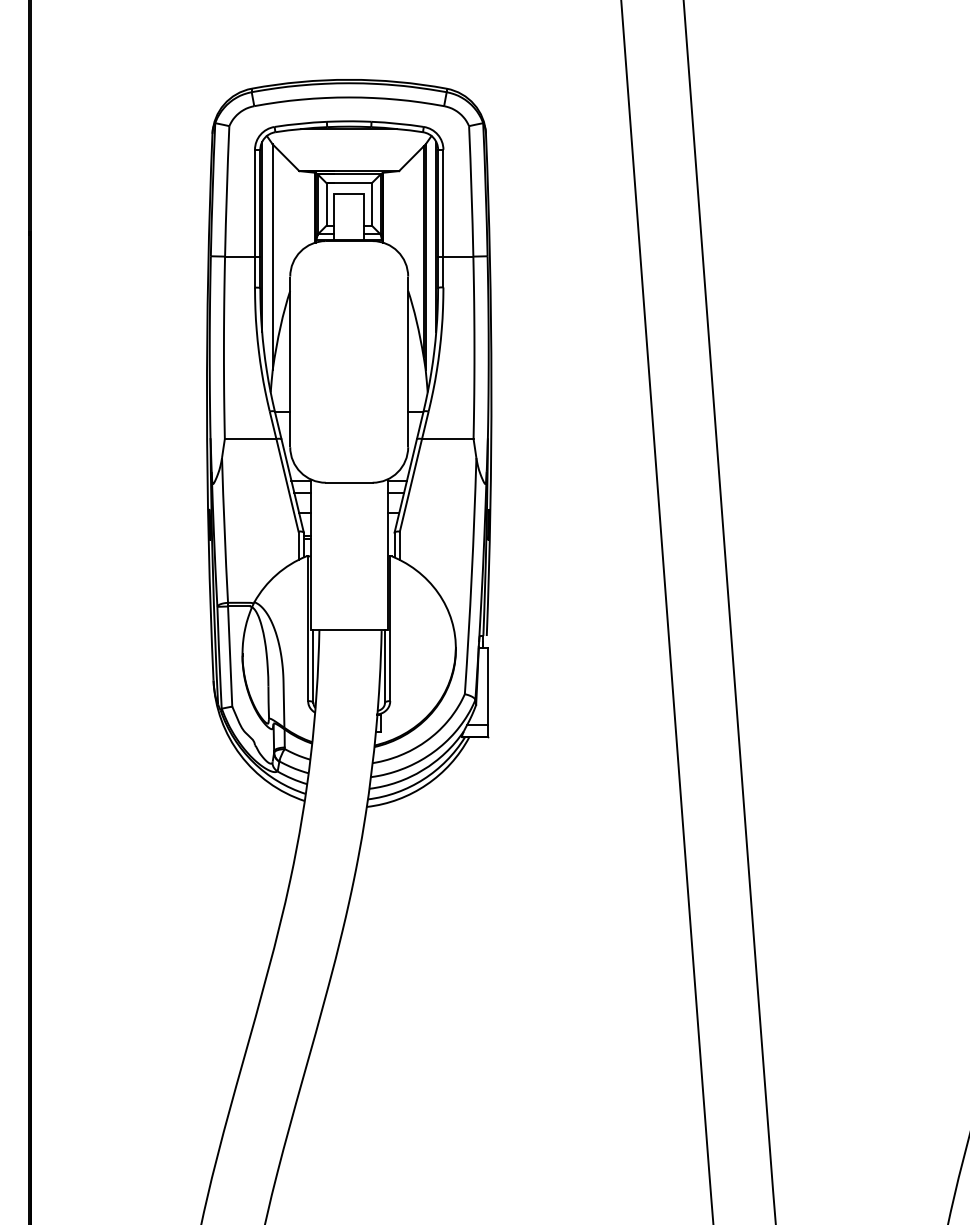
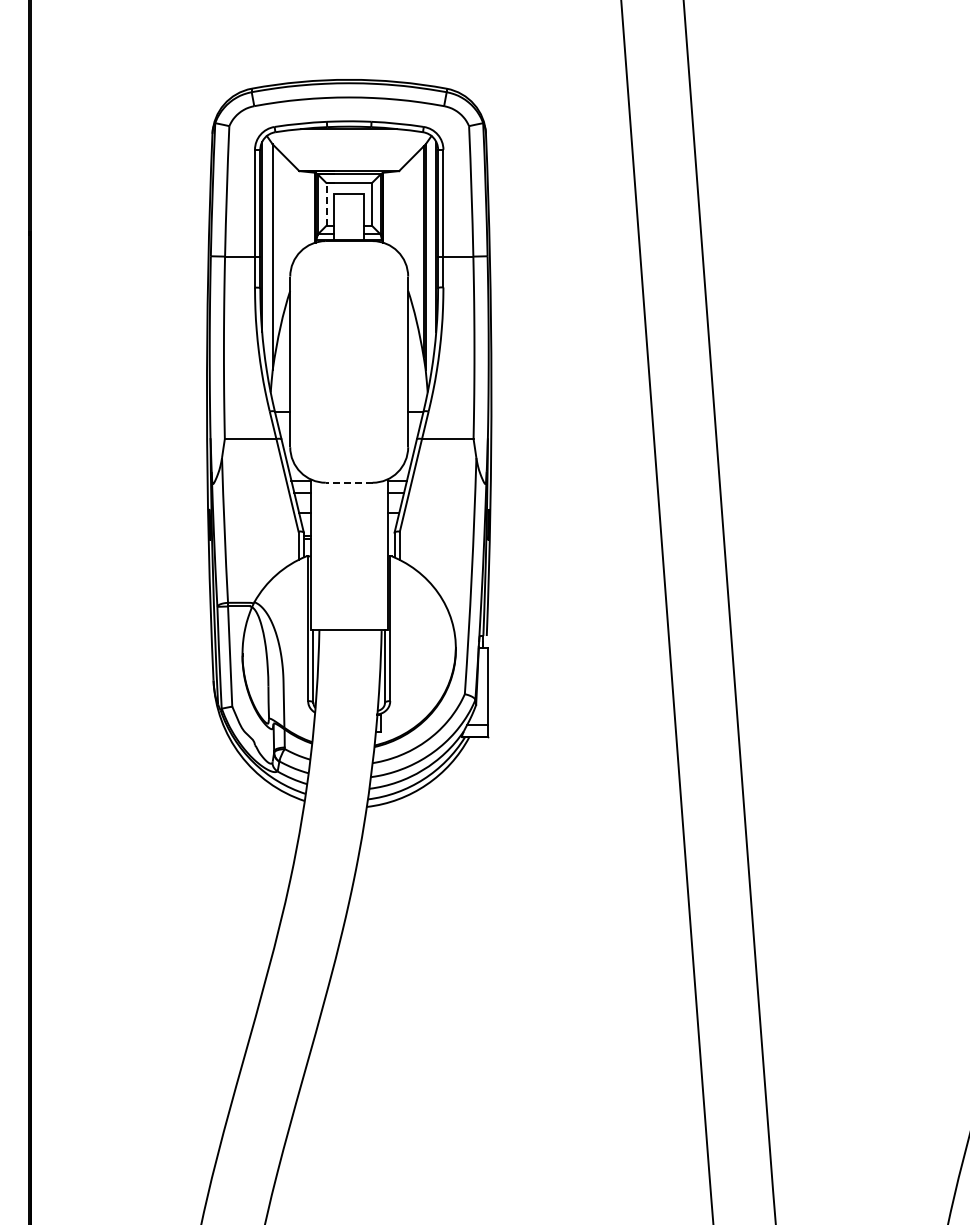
line at (326, 203): solid -> dashed
line at (348, 482): solid -> dashed
